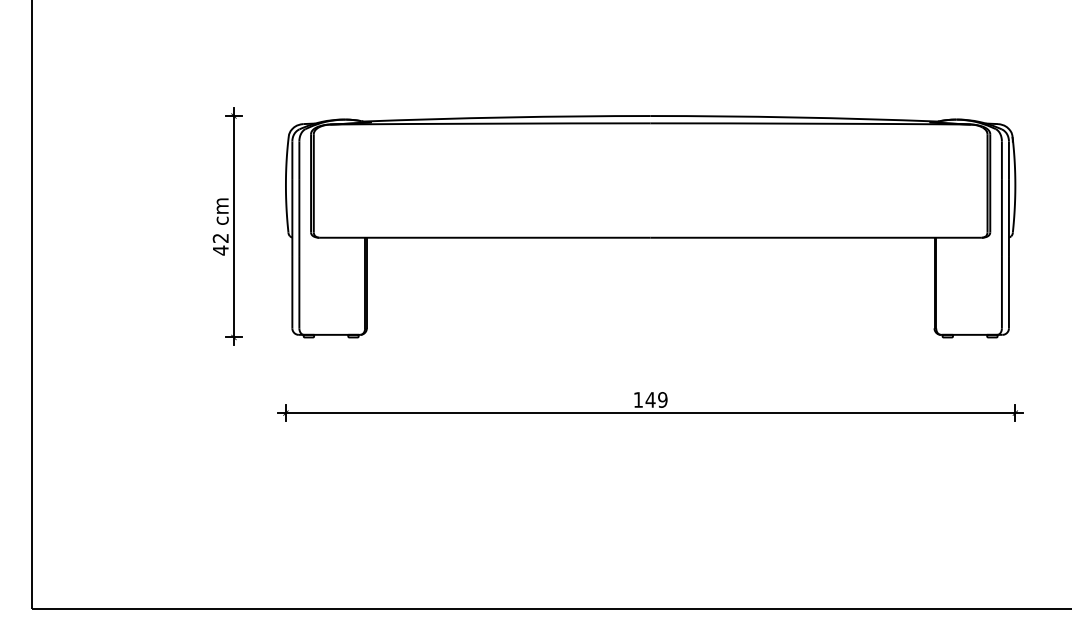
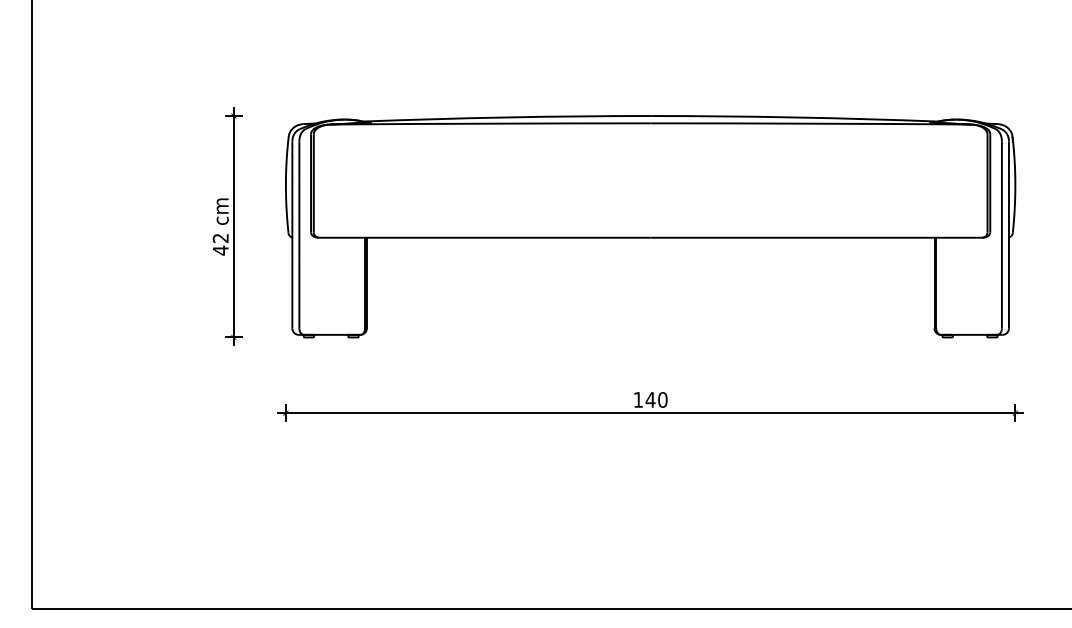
text at (662, 399): 149 -> 140
